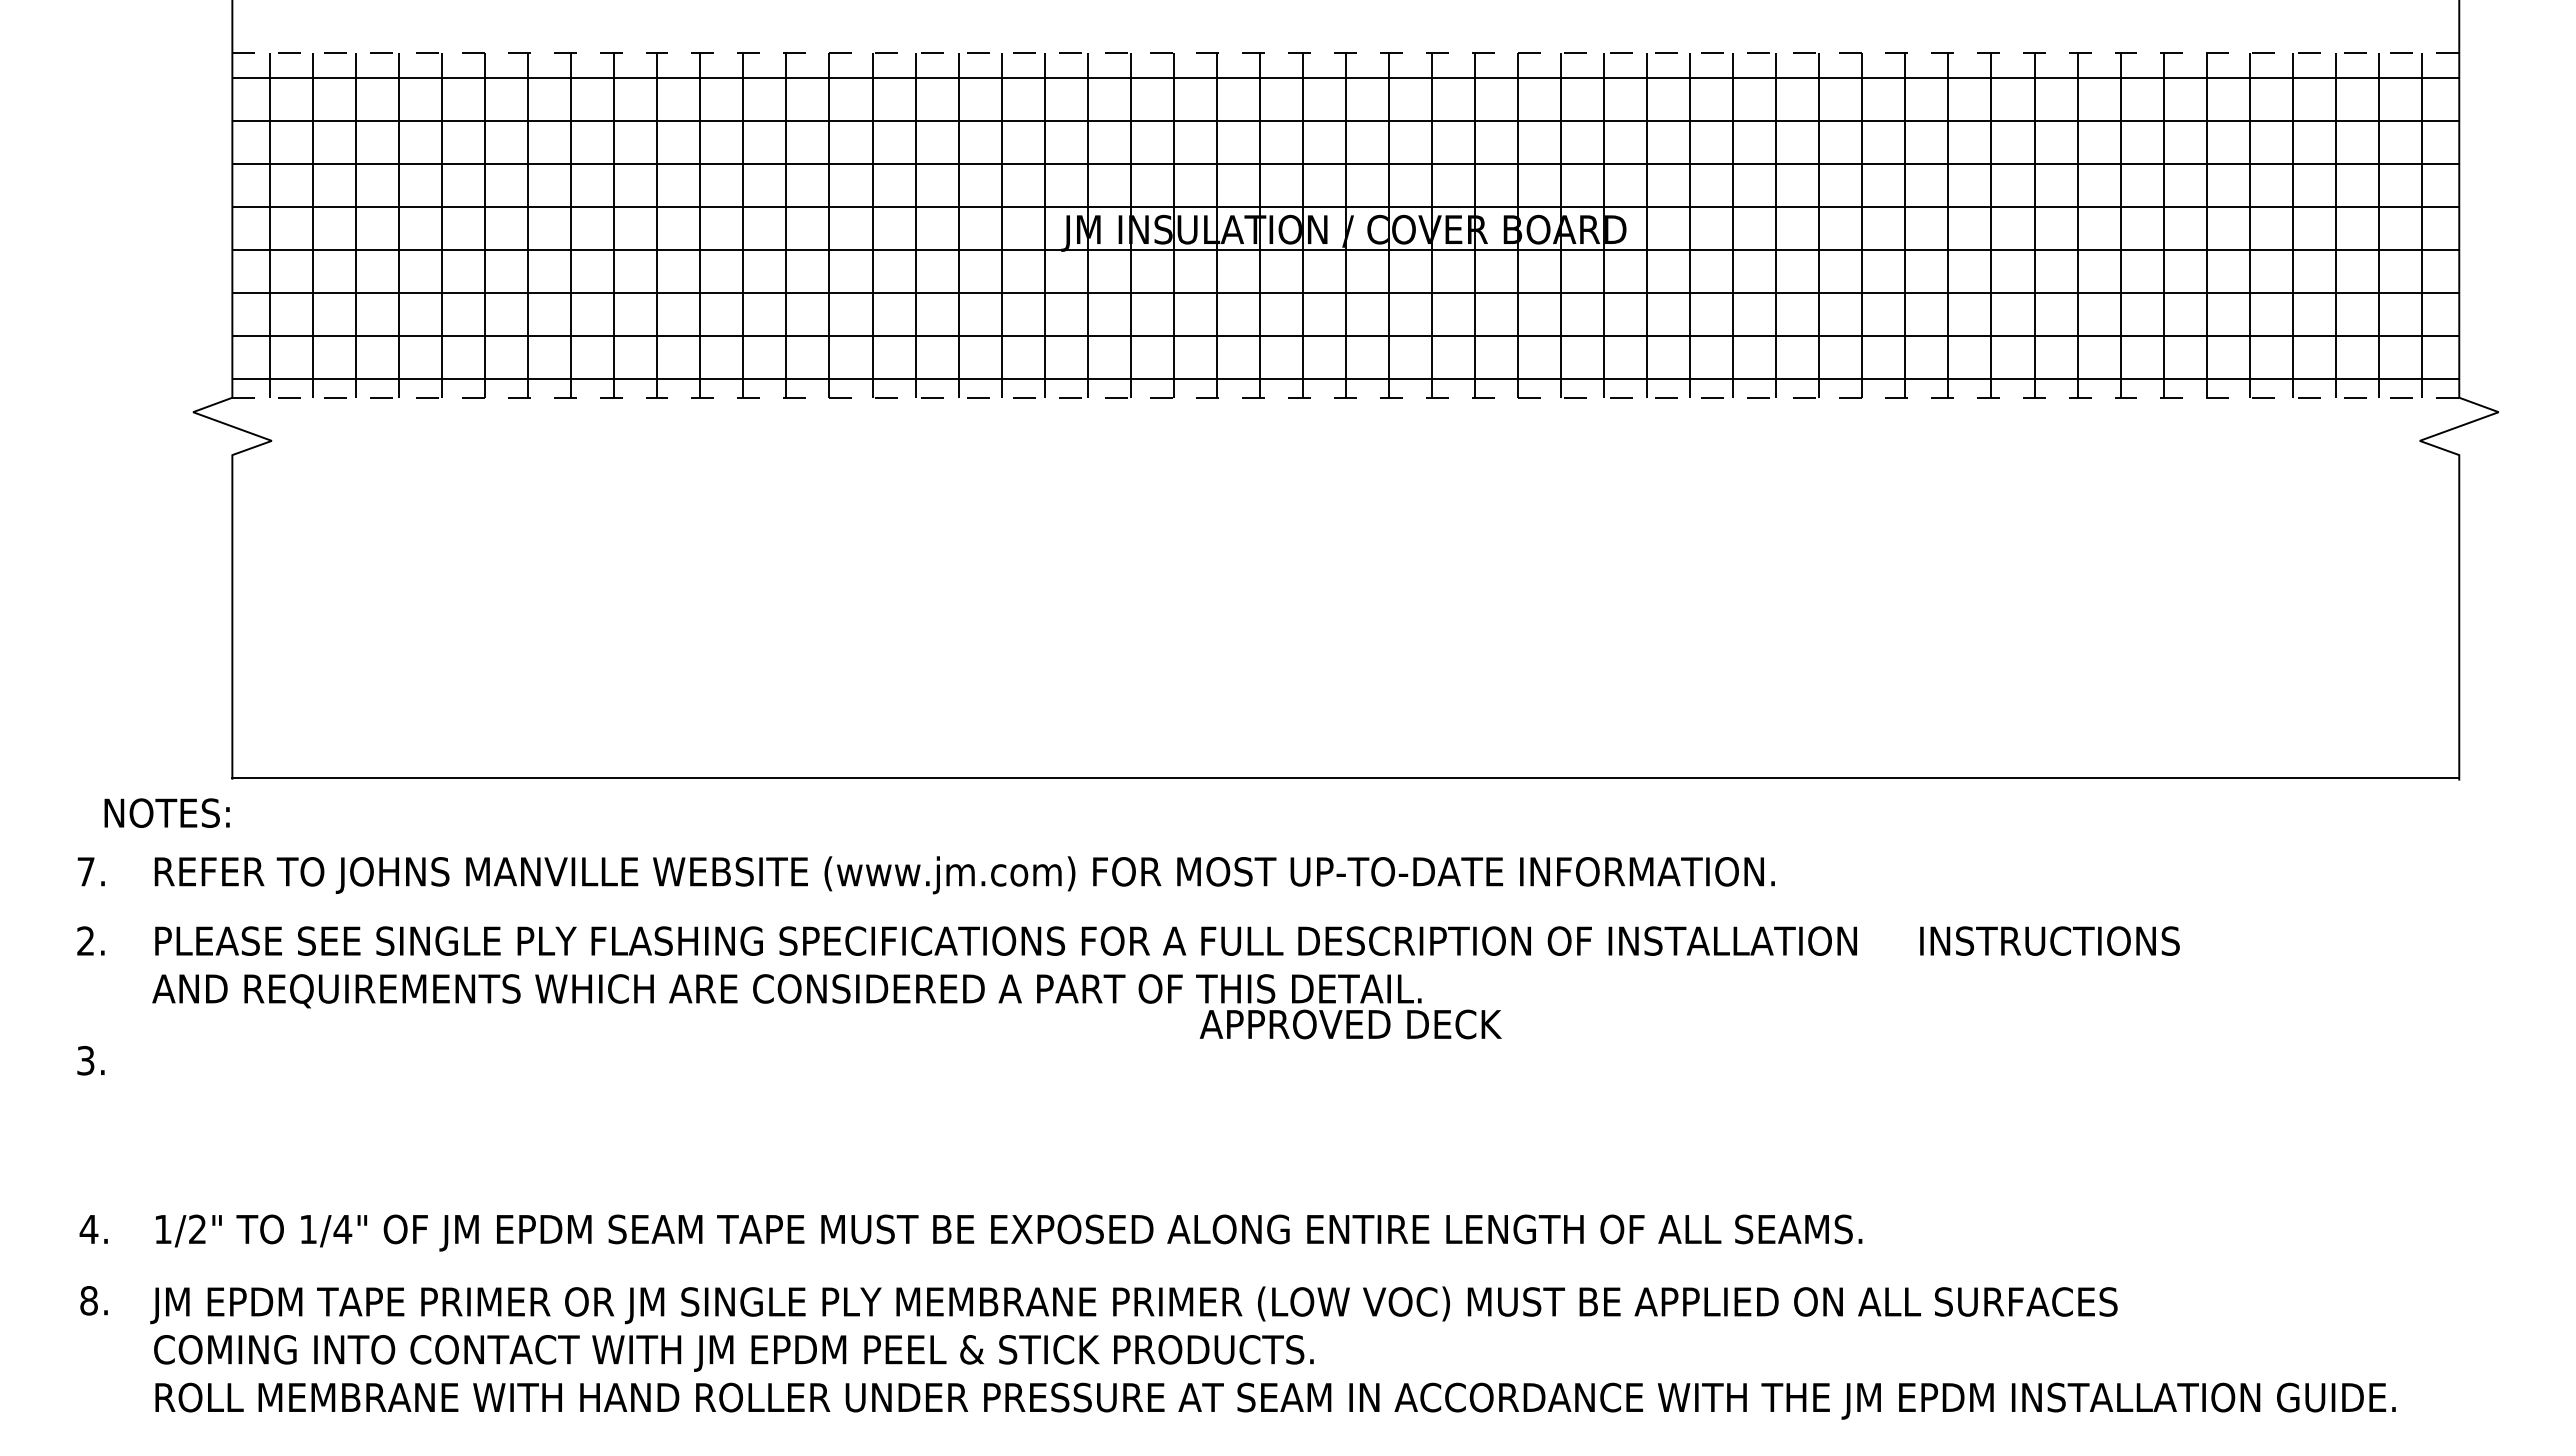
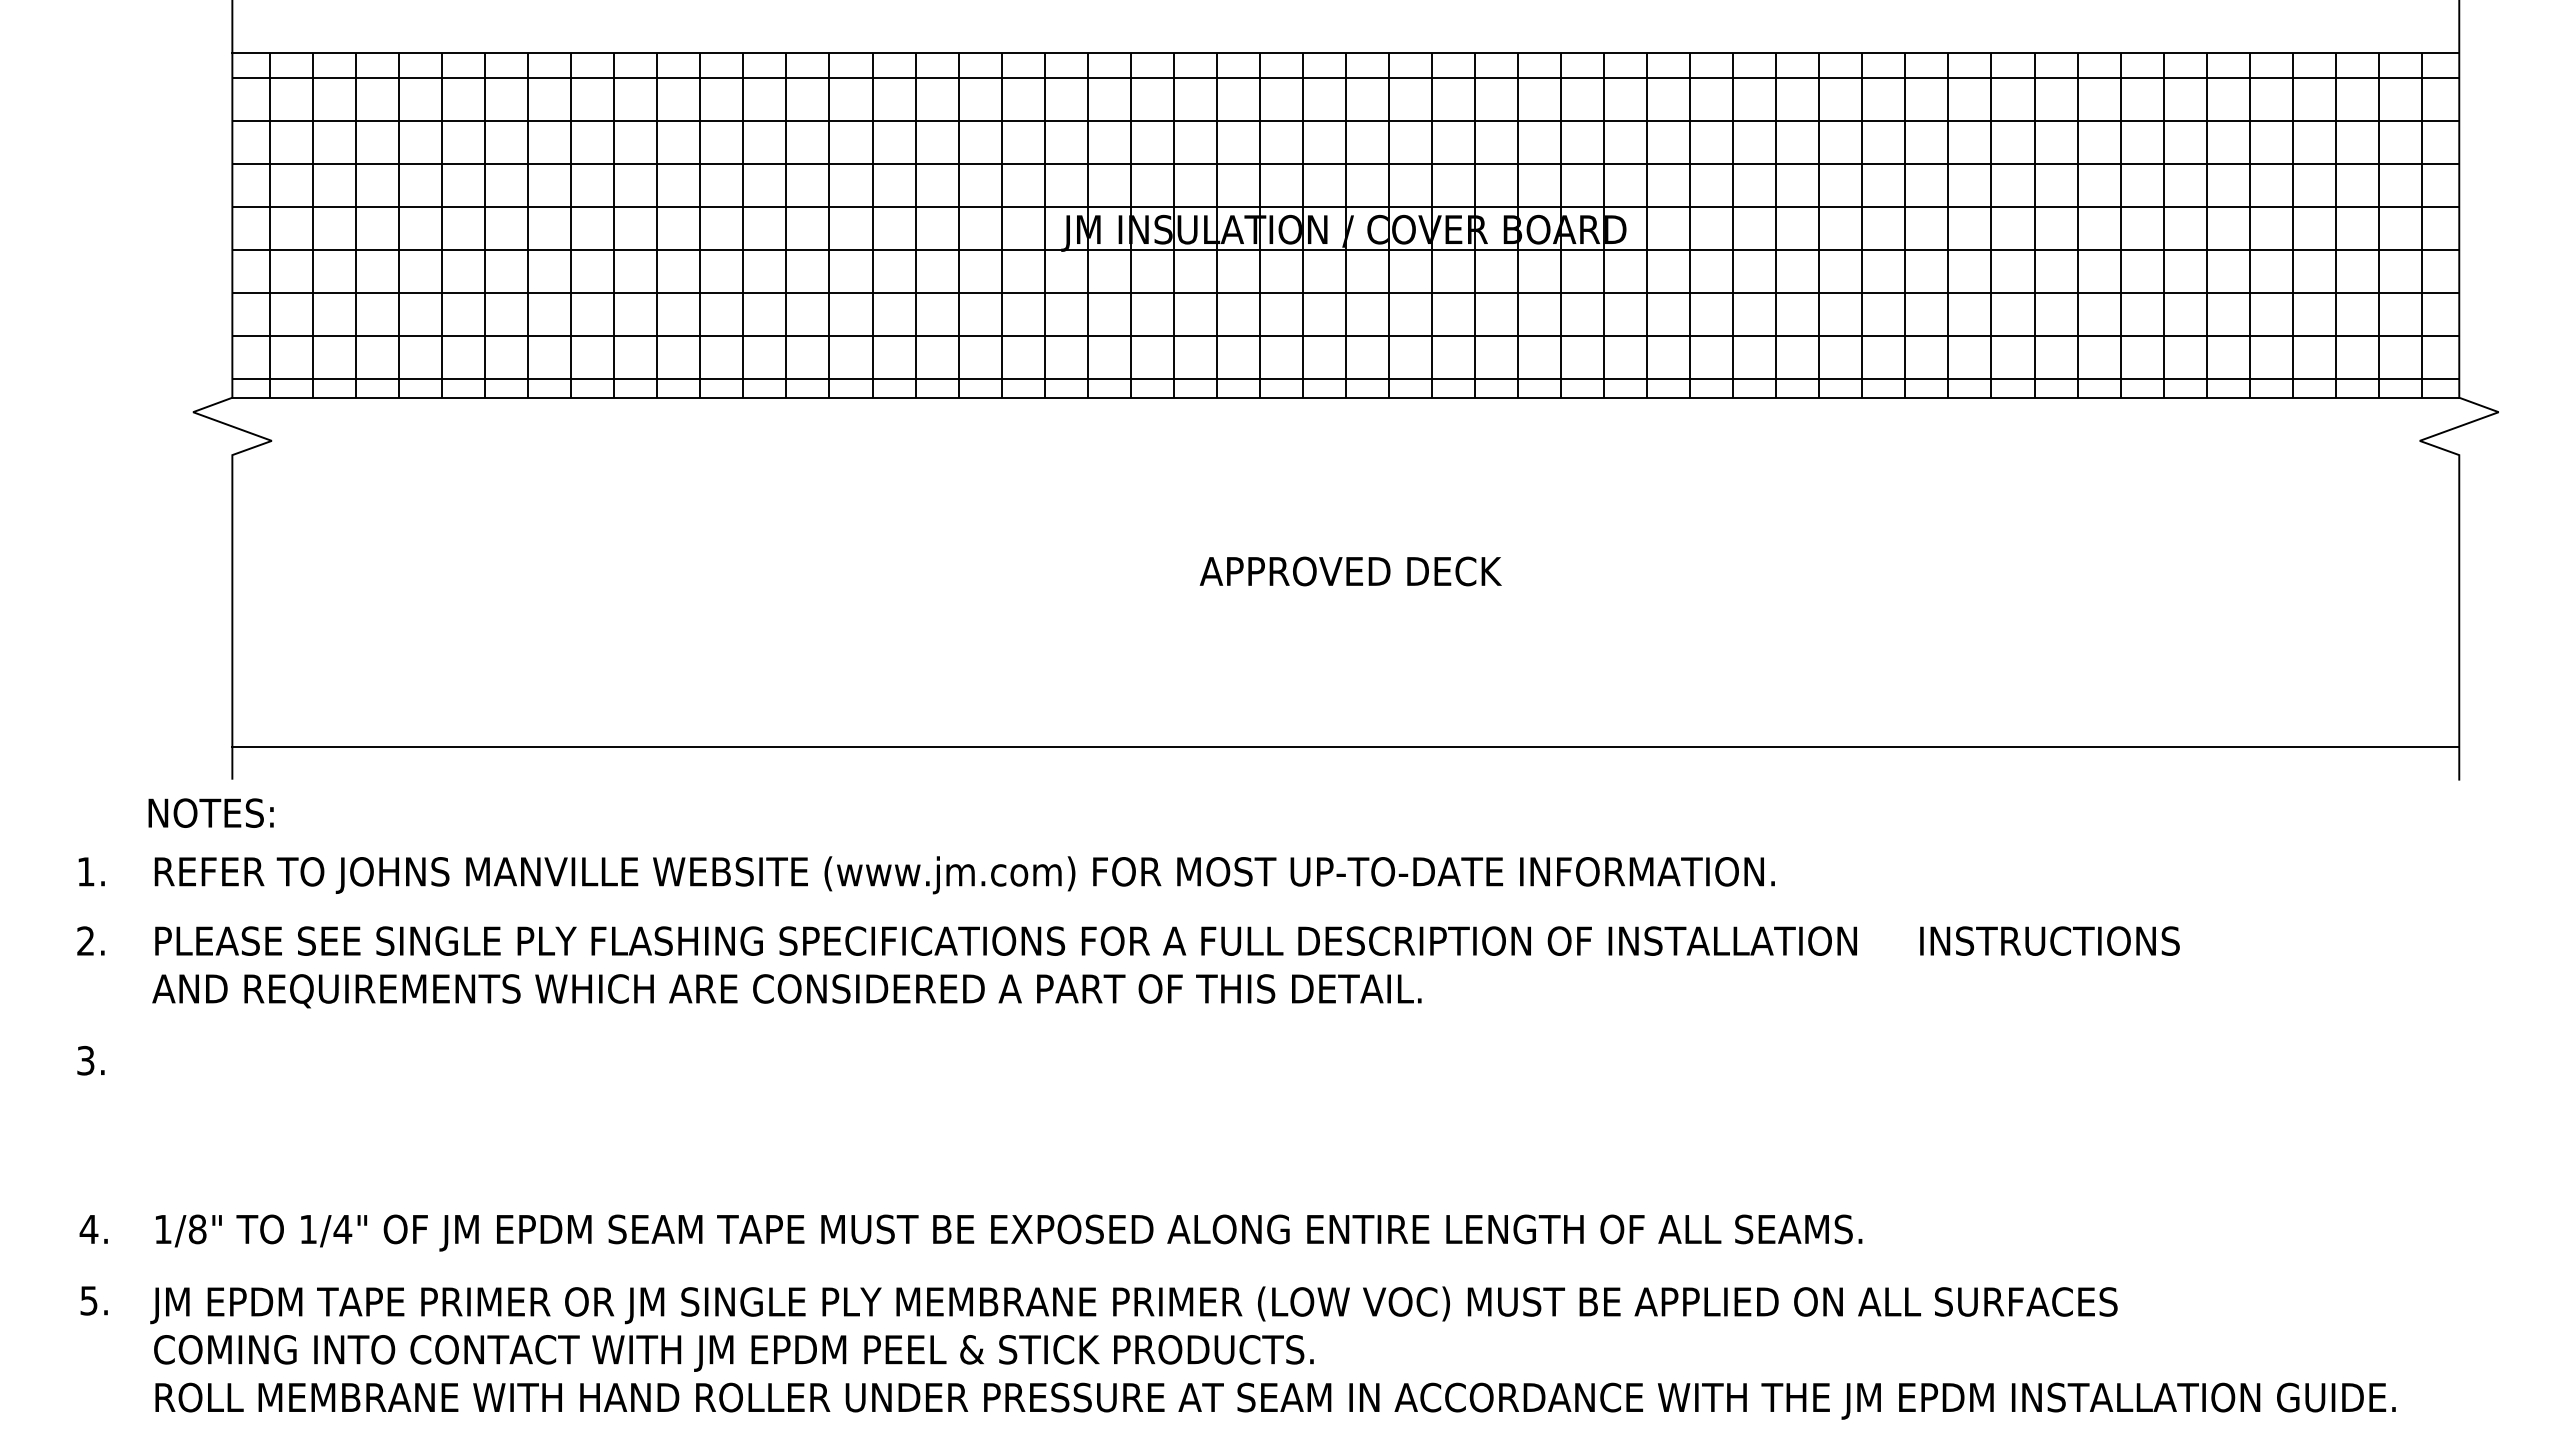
line at (1346, 53): dashed -> solid
line at (1346, 397): dashed -> solid
line at (1345, 778) position: (1345, 778) -> (1345, 747)
text at (166, 812) position: (166, 812) -> (210, 812)
text at (85, 871): 7. -> 1.
text at (1350, 1024) position: (1350, 1024) -> (1350, 571)
text at (197, 1229): 1/2" -> 1/8"
text at (88, 1300): 8. -> 5.
